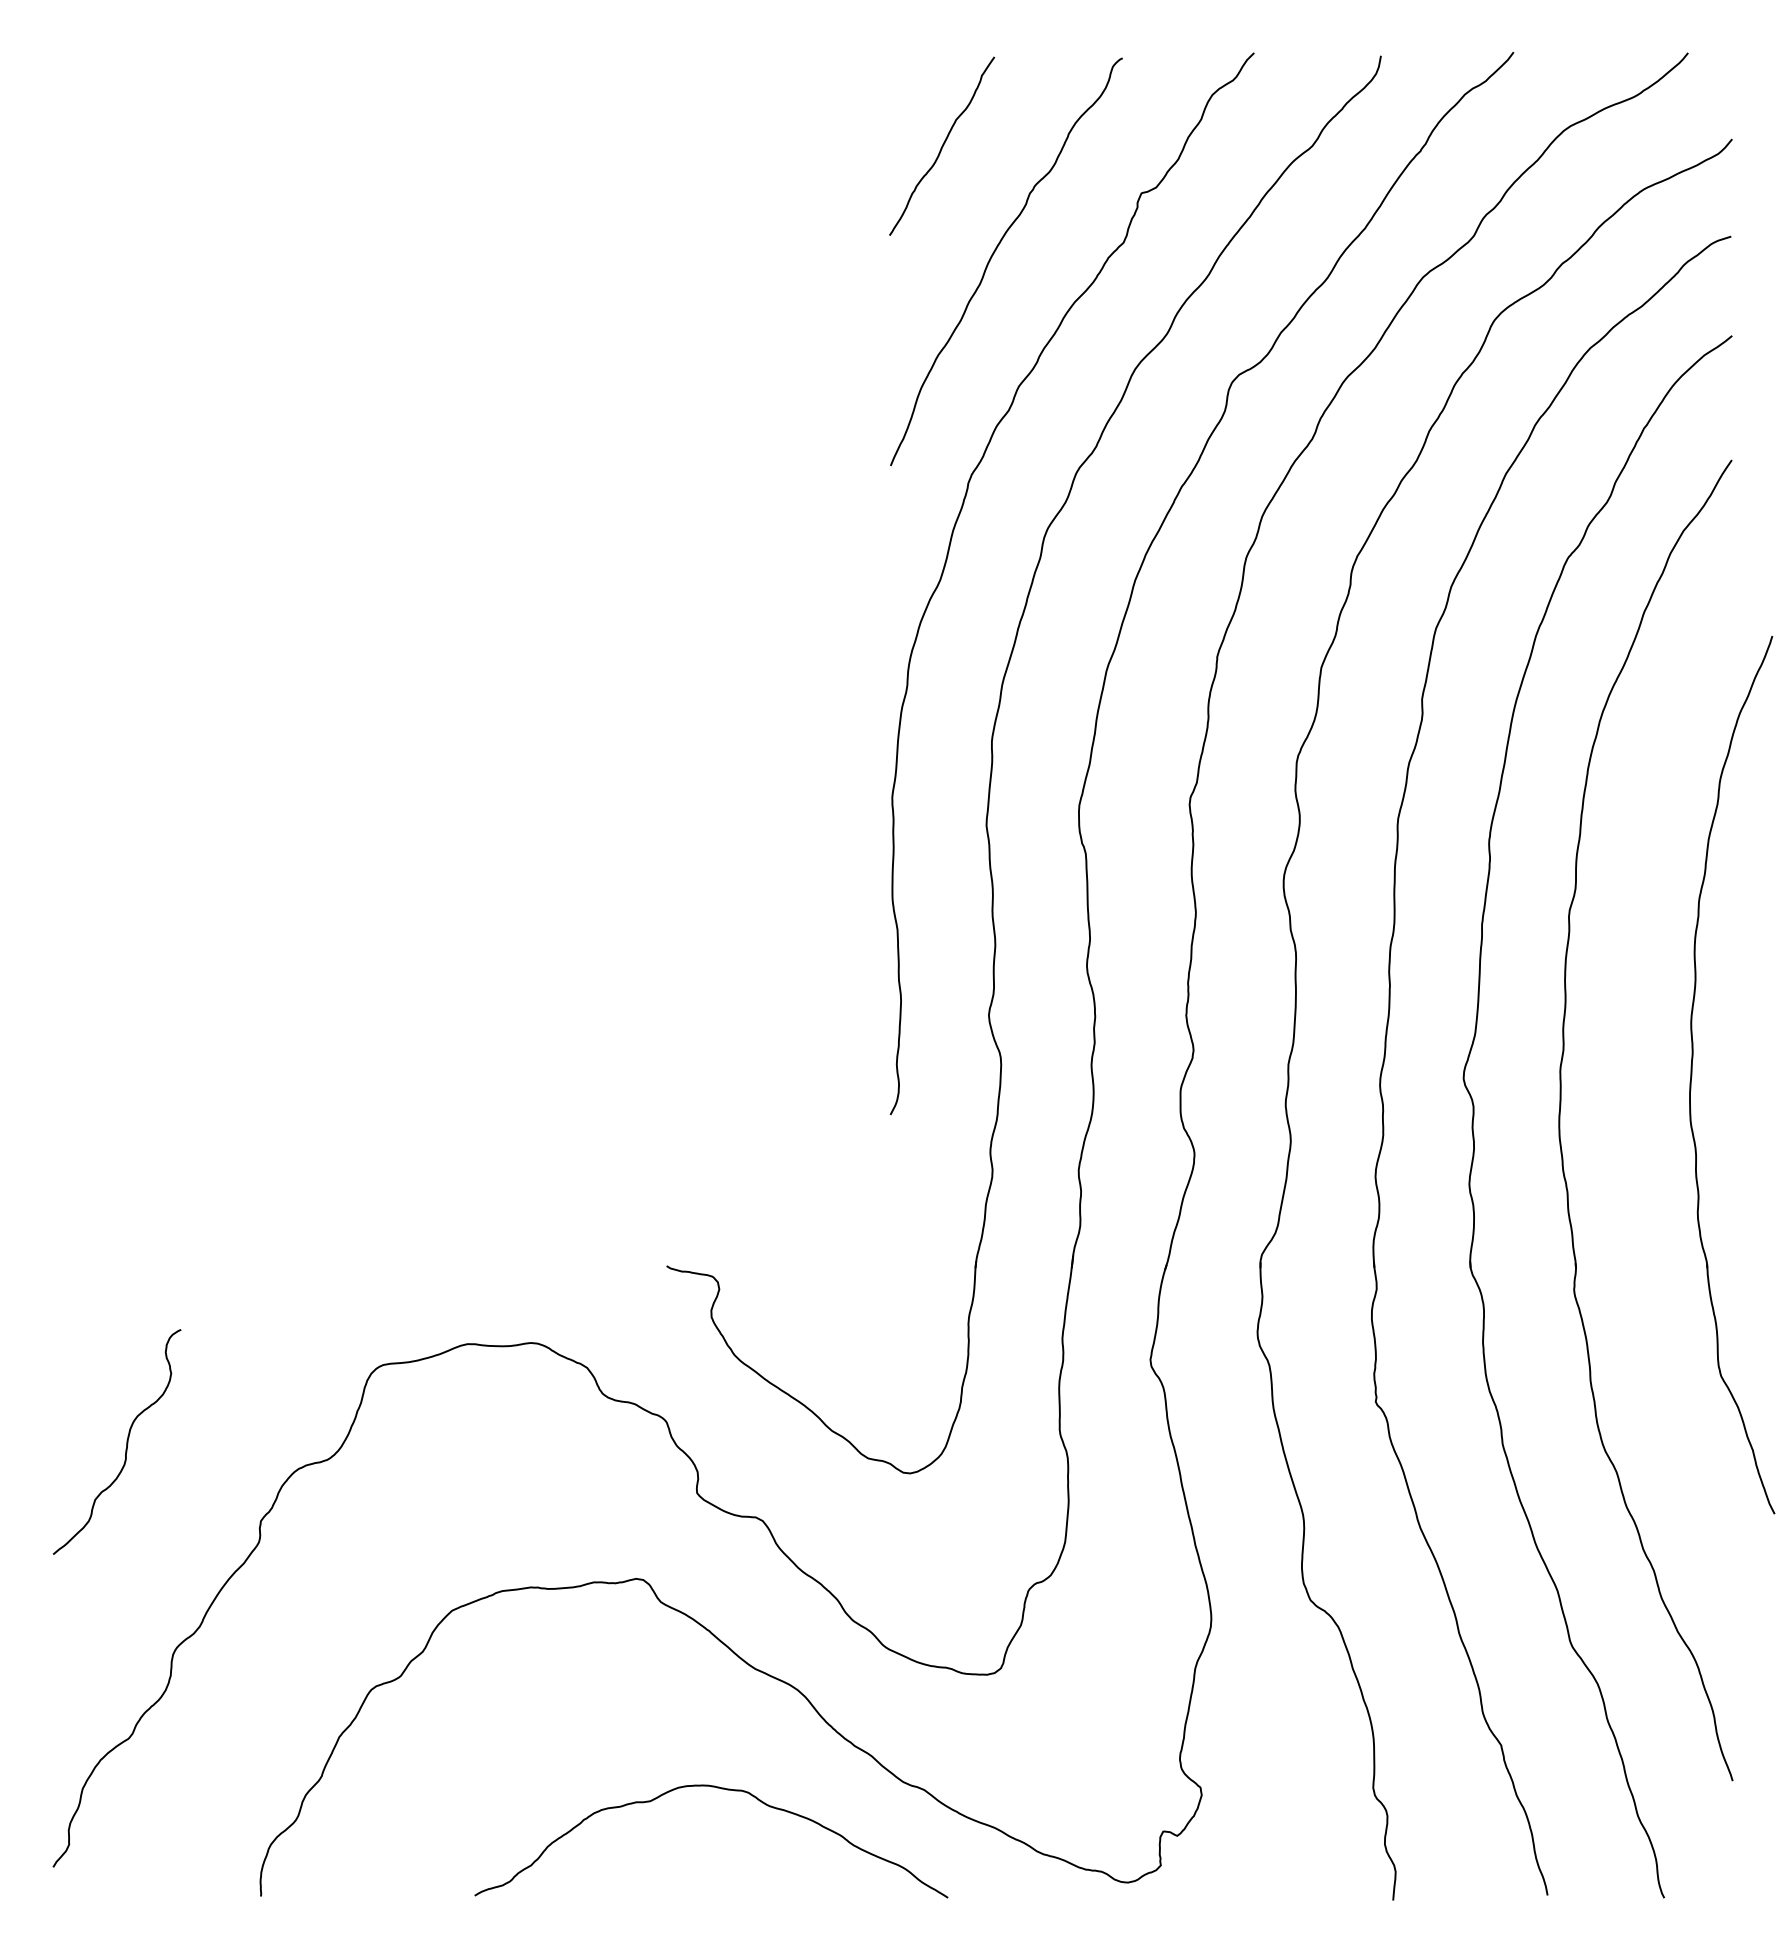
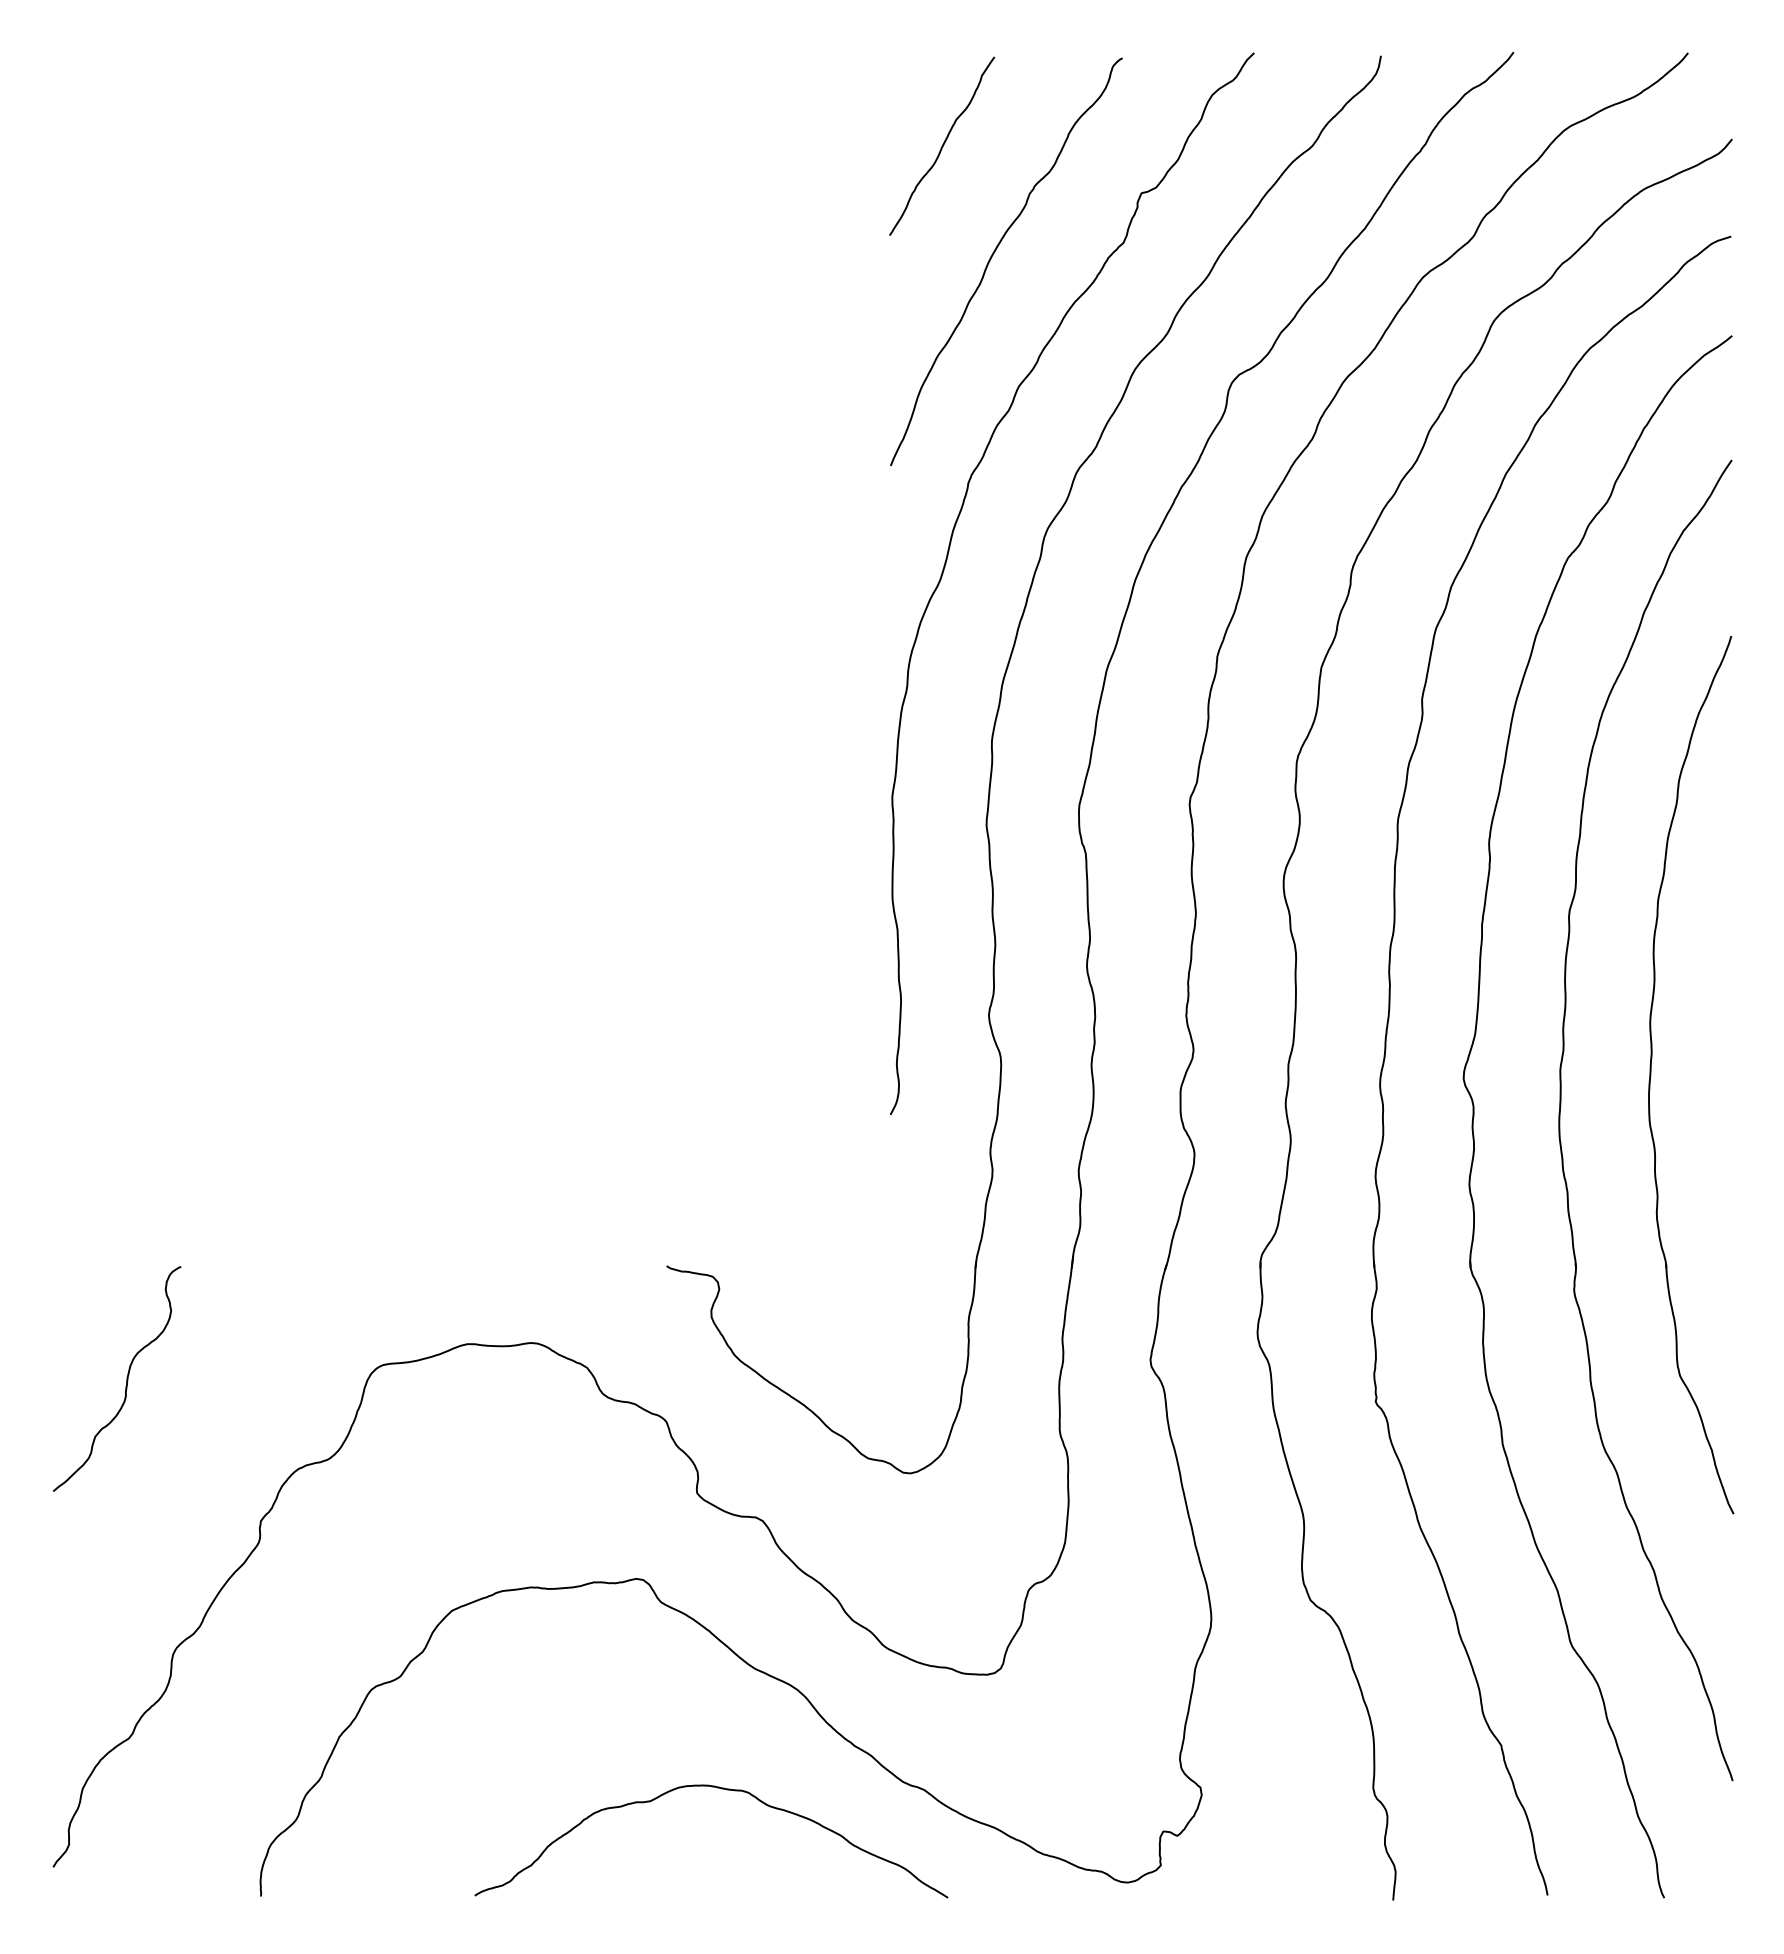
part at (1692, 1075) position: (1692, 1075) -> (1651, 1075)
curve at (126, 1441) position: (126, 1441) -> (126, 1378)
